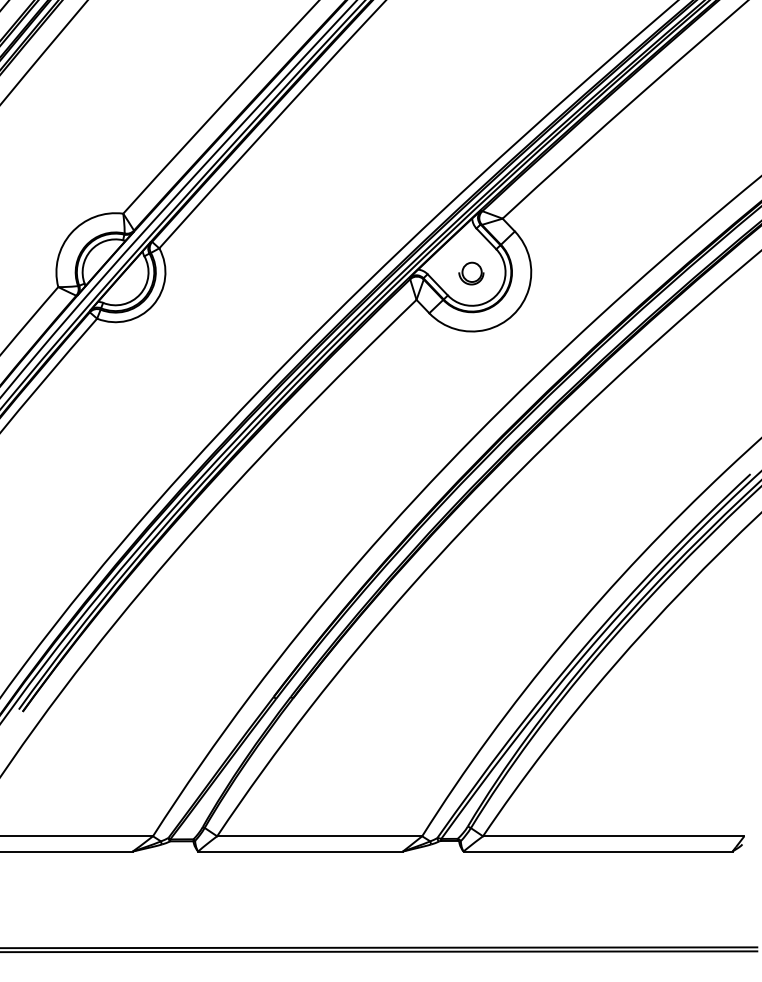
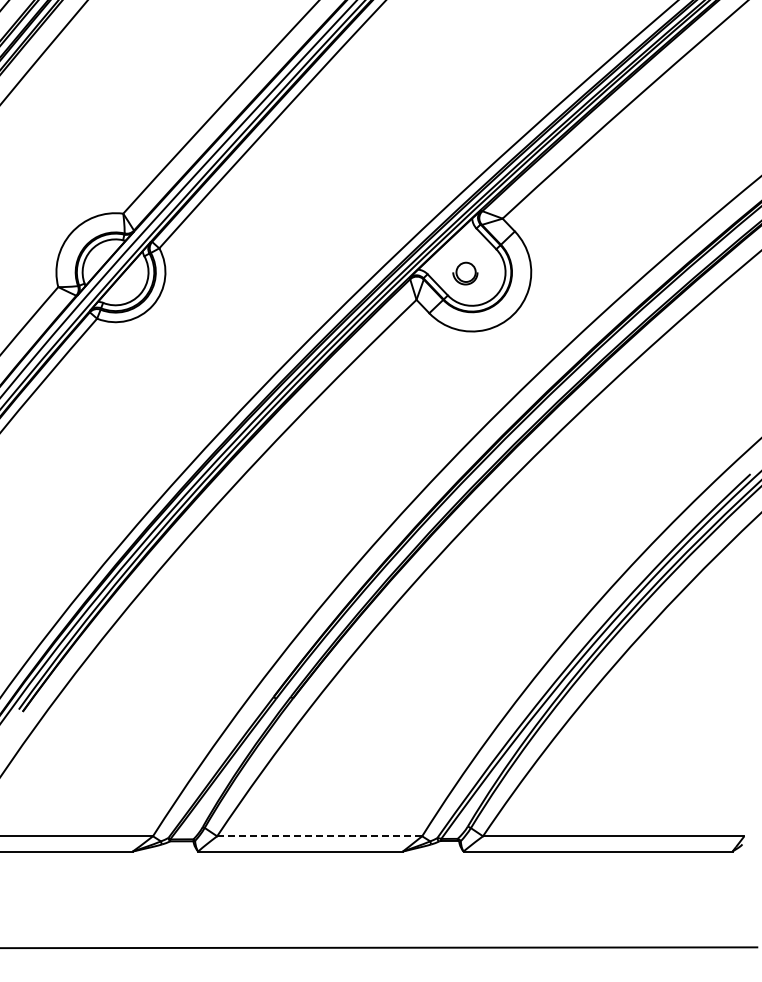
part at (471, 273) position: (471, 273) -> (465, 273)
line at (319, 836): solid -> dashed
line at (379, 951): present -> none
